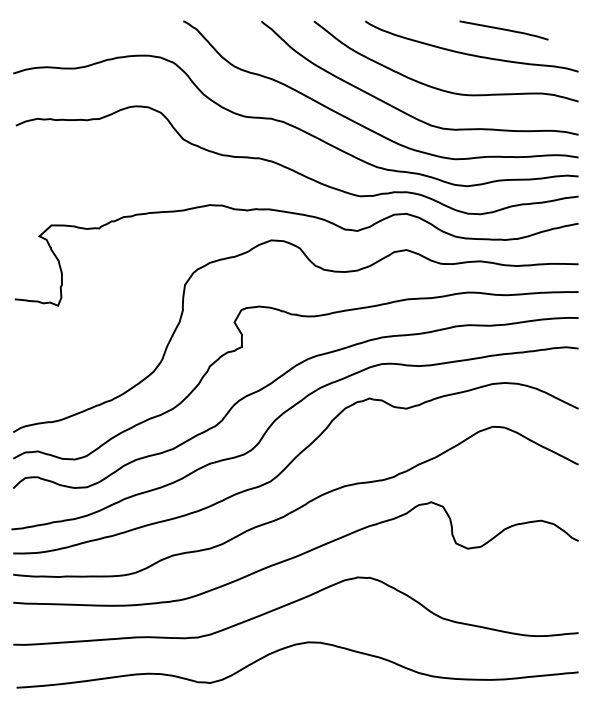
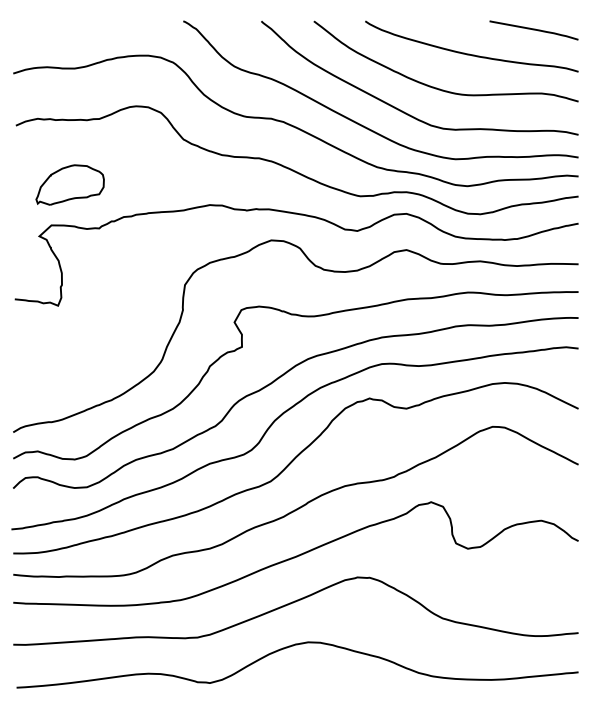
curve at (503, 30) position: (503, 30) -> (533, 30)
part at (69, 184): none -> present
